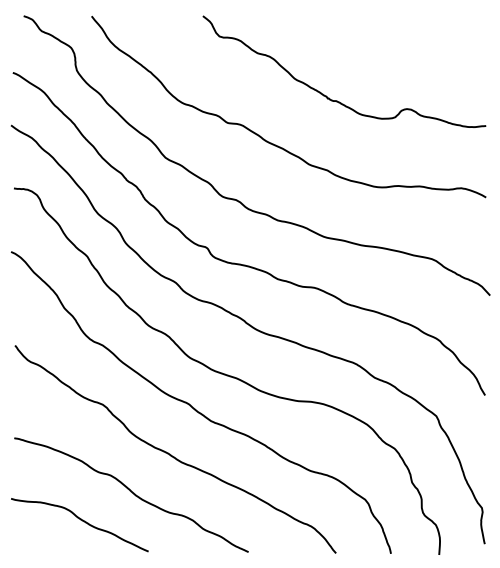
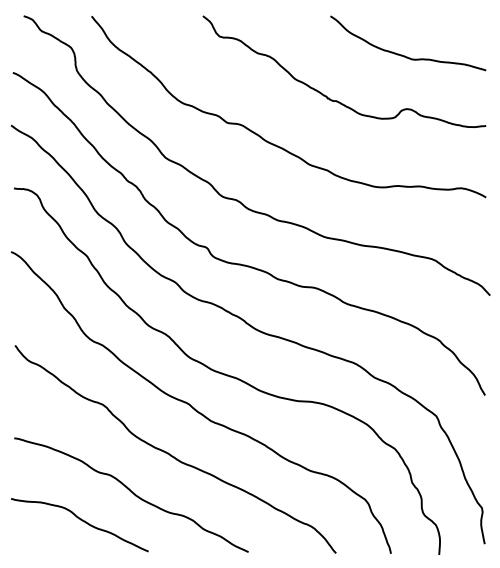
curve at (405, 55): none -> present
